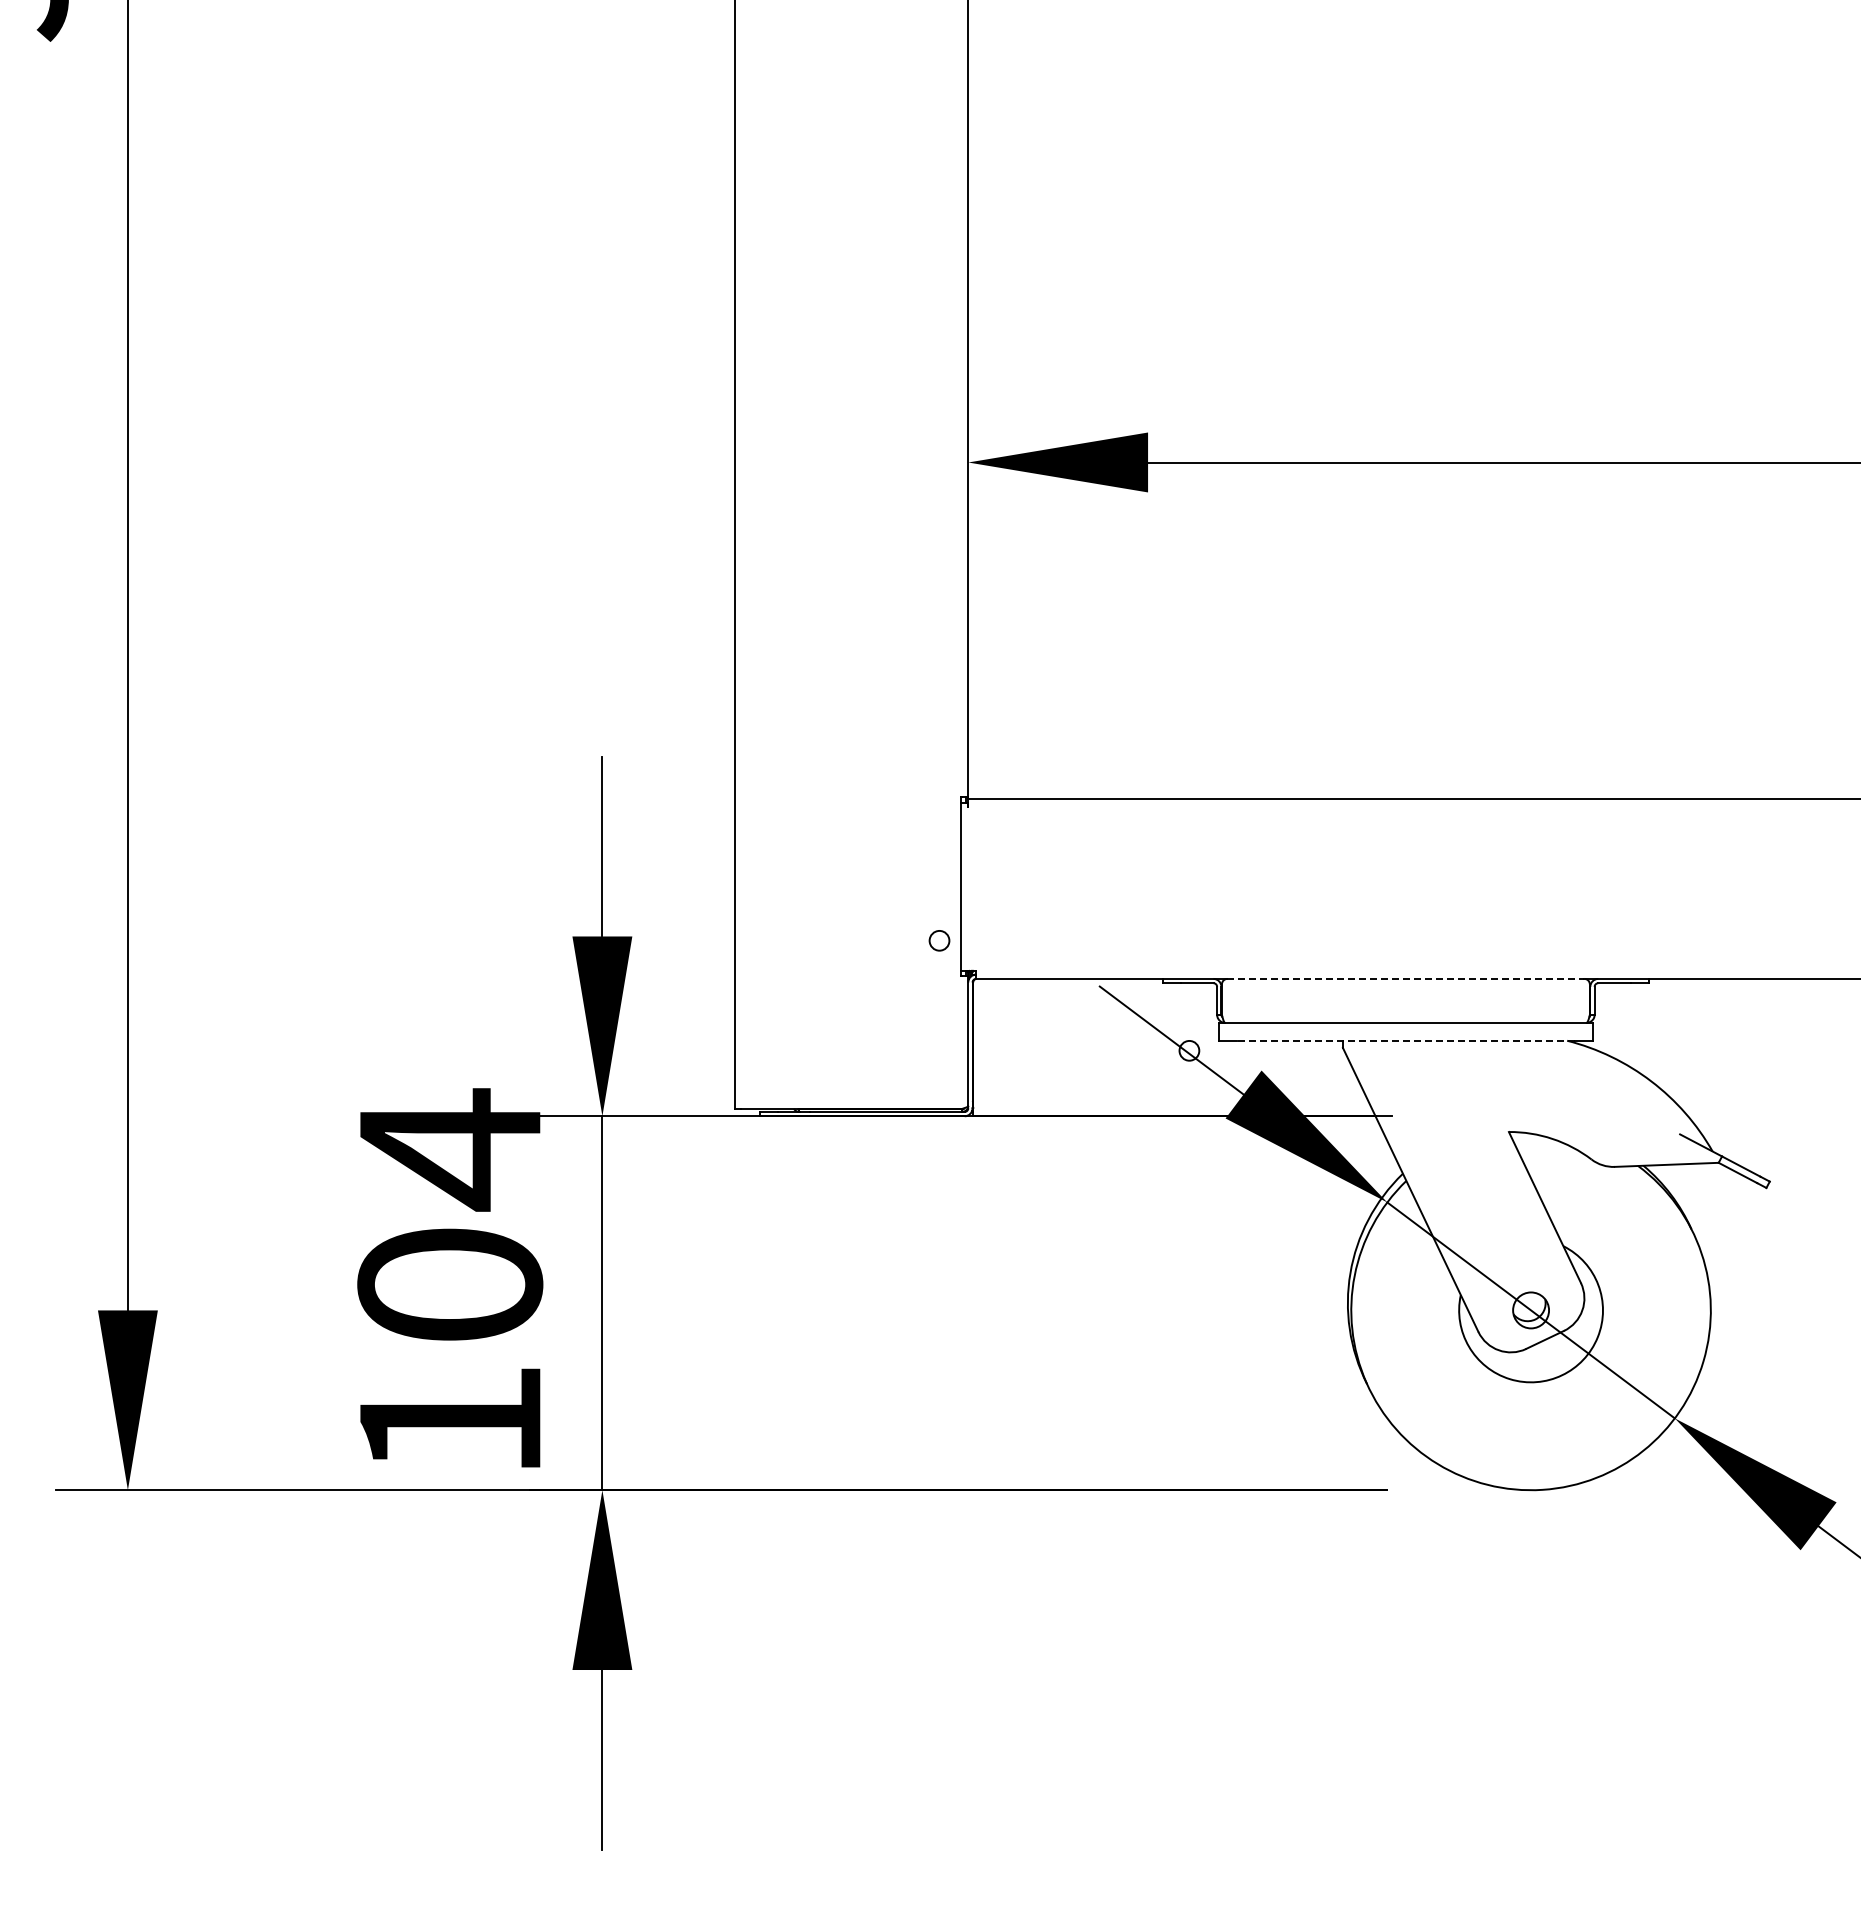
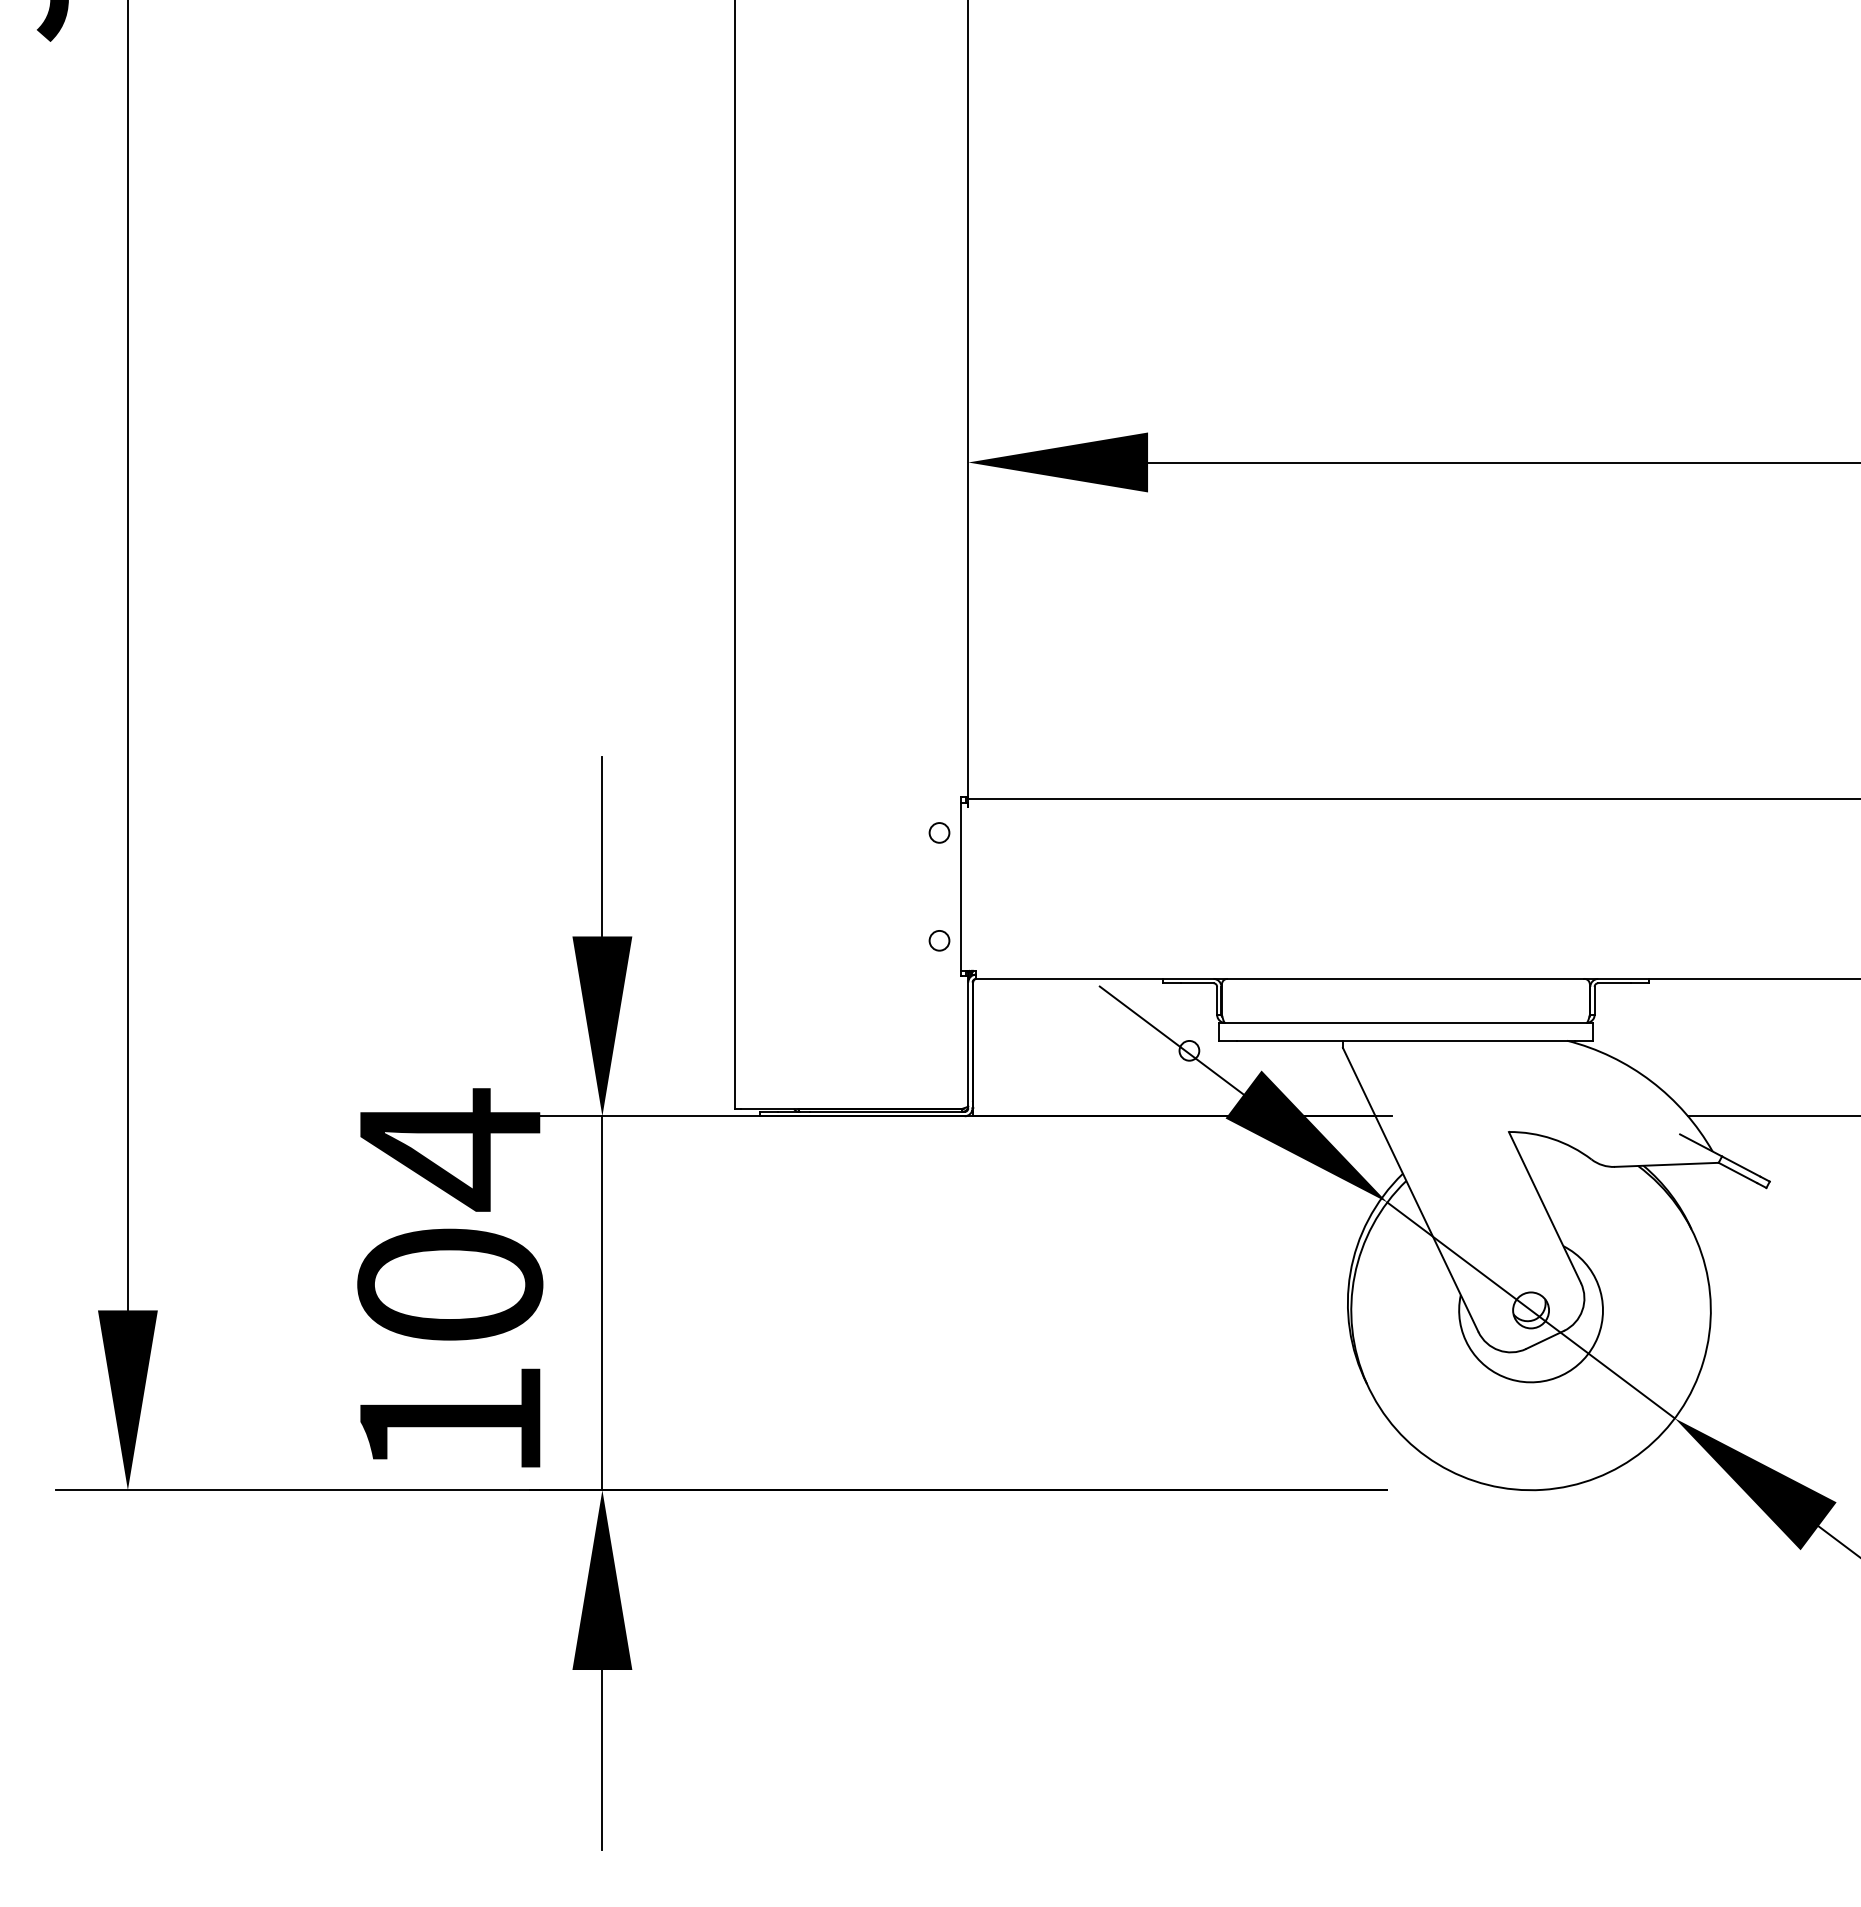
circle at (939, 832): none -> present
line at (1405, 978): dashed -> solid
line at (1405, 1040): dashed -> solid
line at (1772, 1116): none -> present
